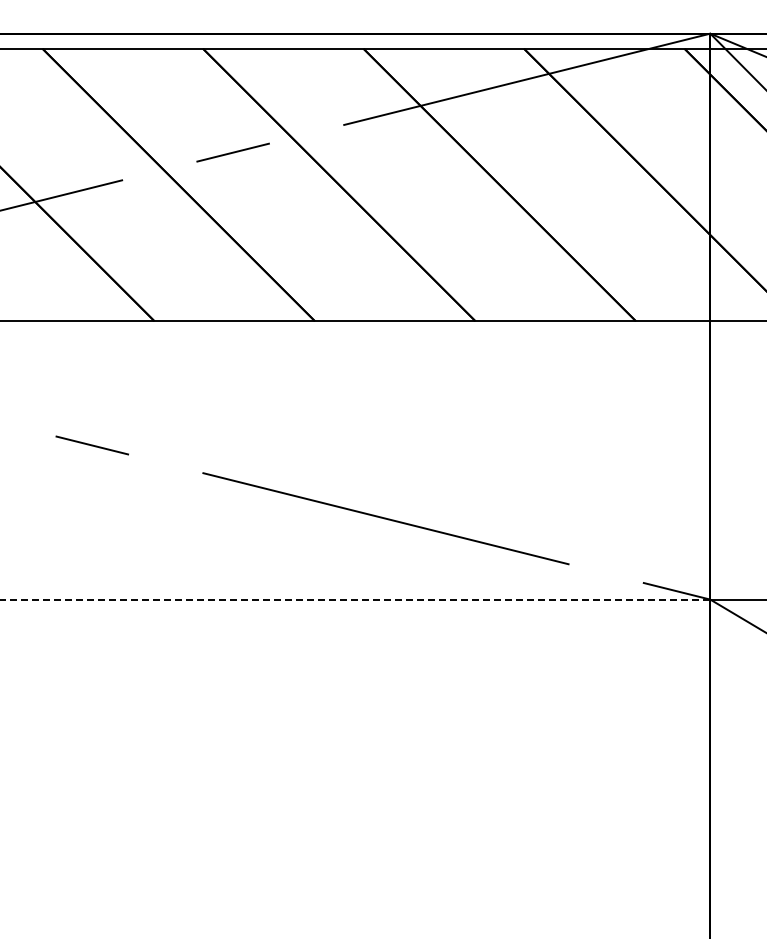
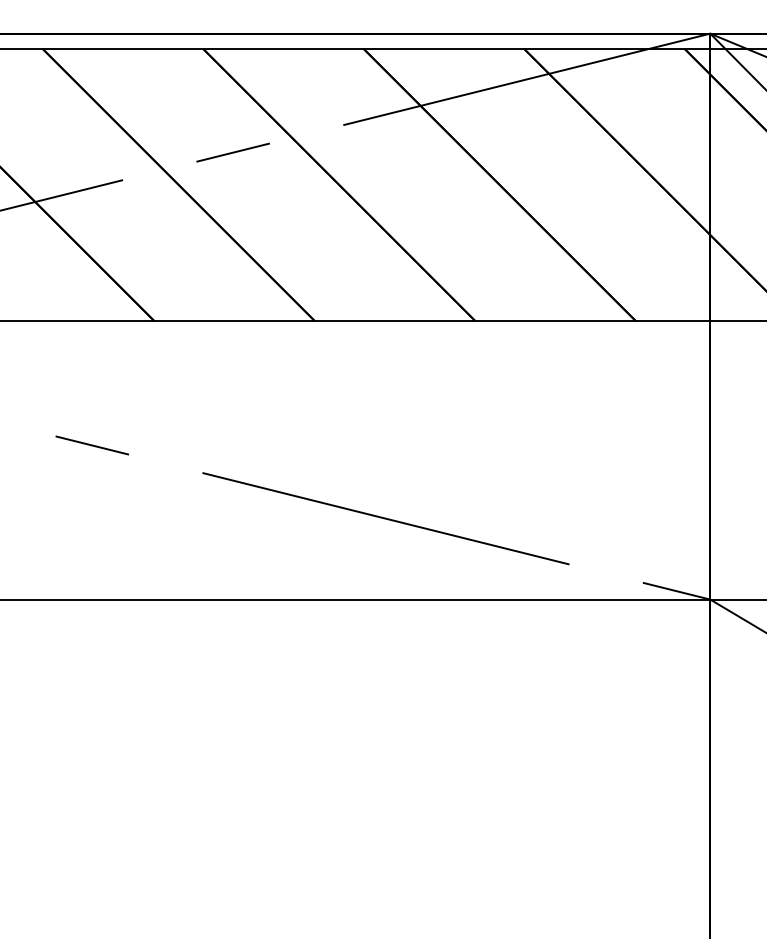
line at (355, 599): dashed -> solid
